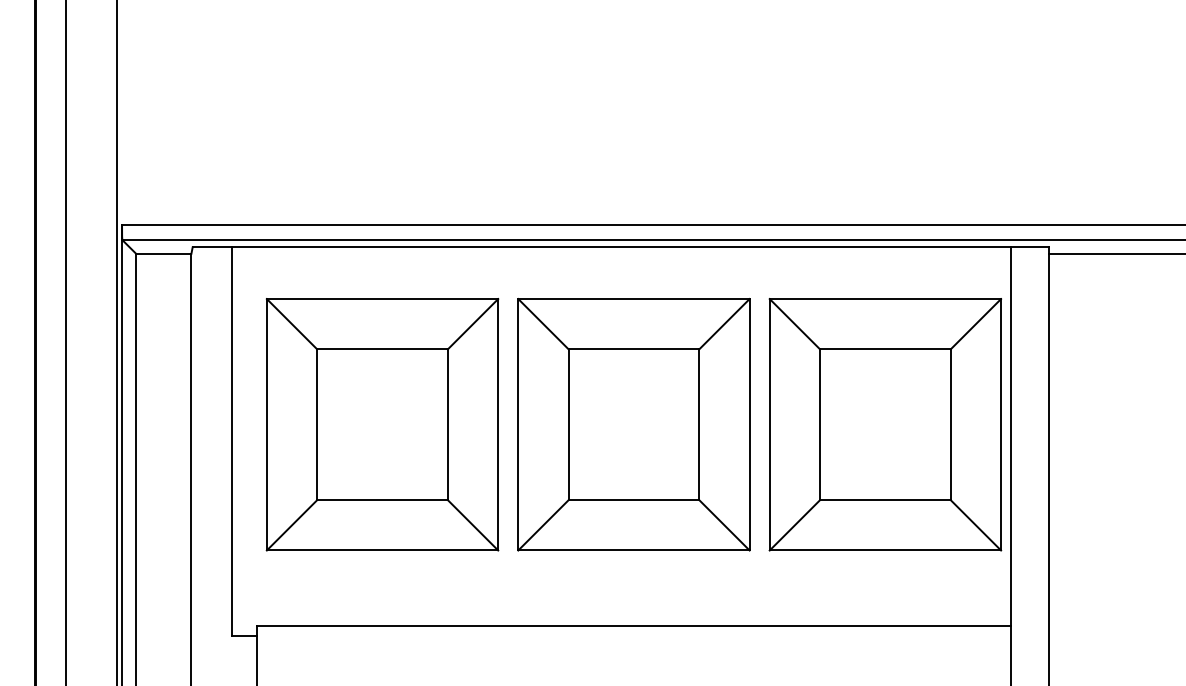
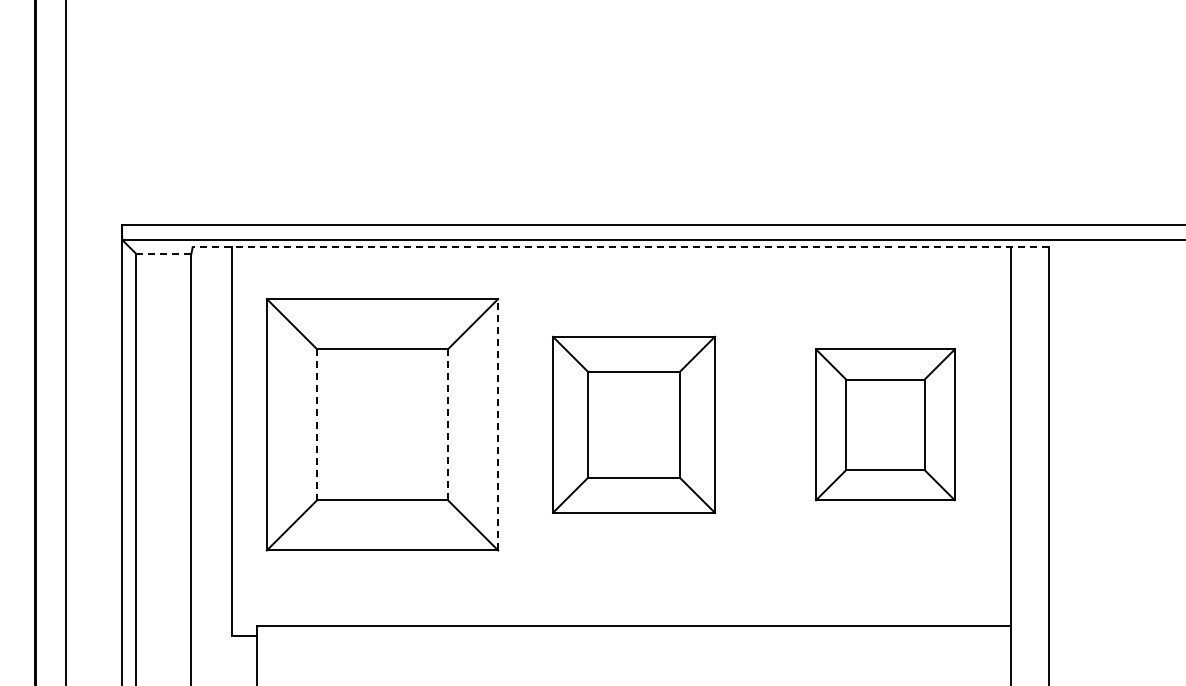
line at (620, 247): solid -> dashed
line at (163, 253): solid -> dashed
line at (1115, 253): present -> none
line at (116, 342): present -> none
line at (447, 424): solid -> dashed
line at (498, 424): solid -> dashed
part at (633, 424) size: 234x254 px -> 164x179 px
part at (885, 424) size: 235x254 px -> 141x154 px
line at (317, 425): solid -> dashed
